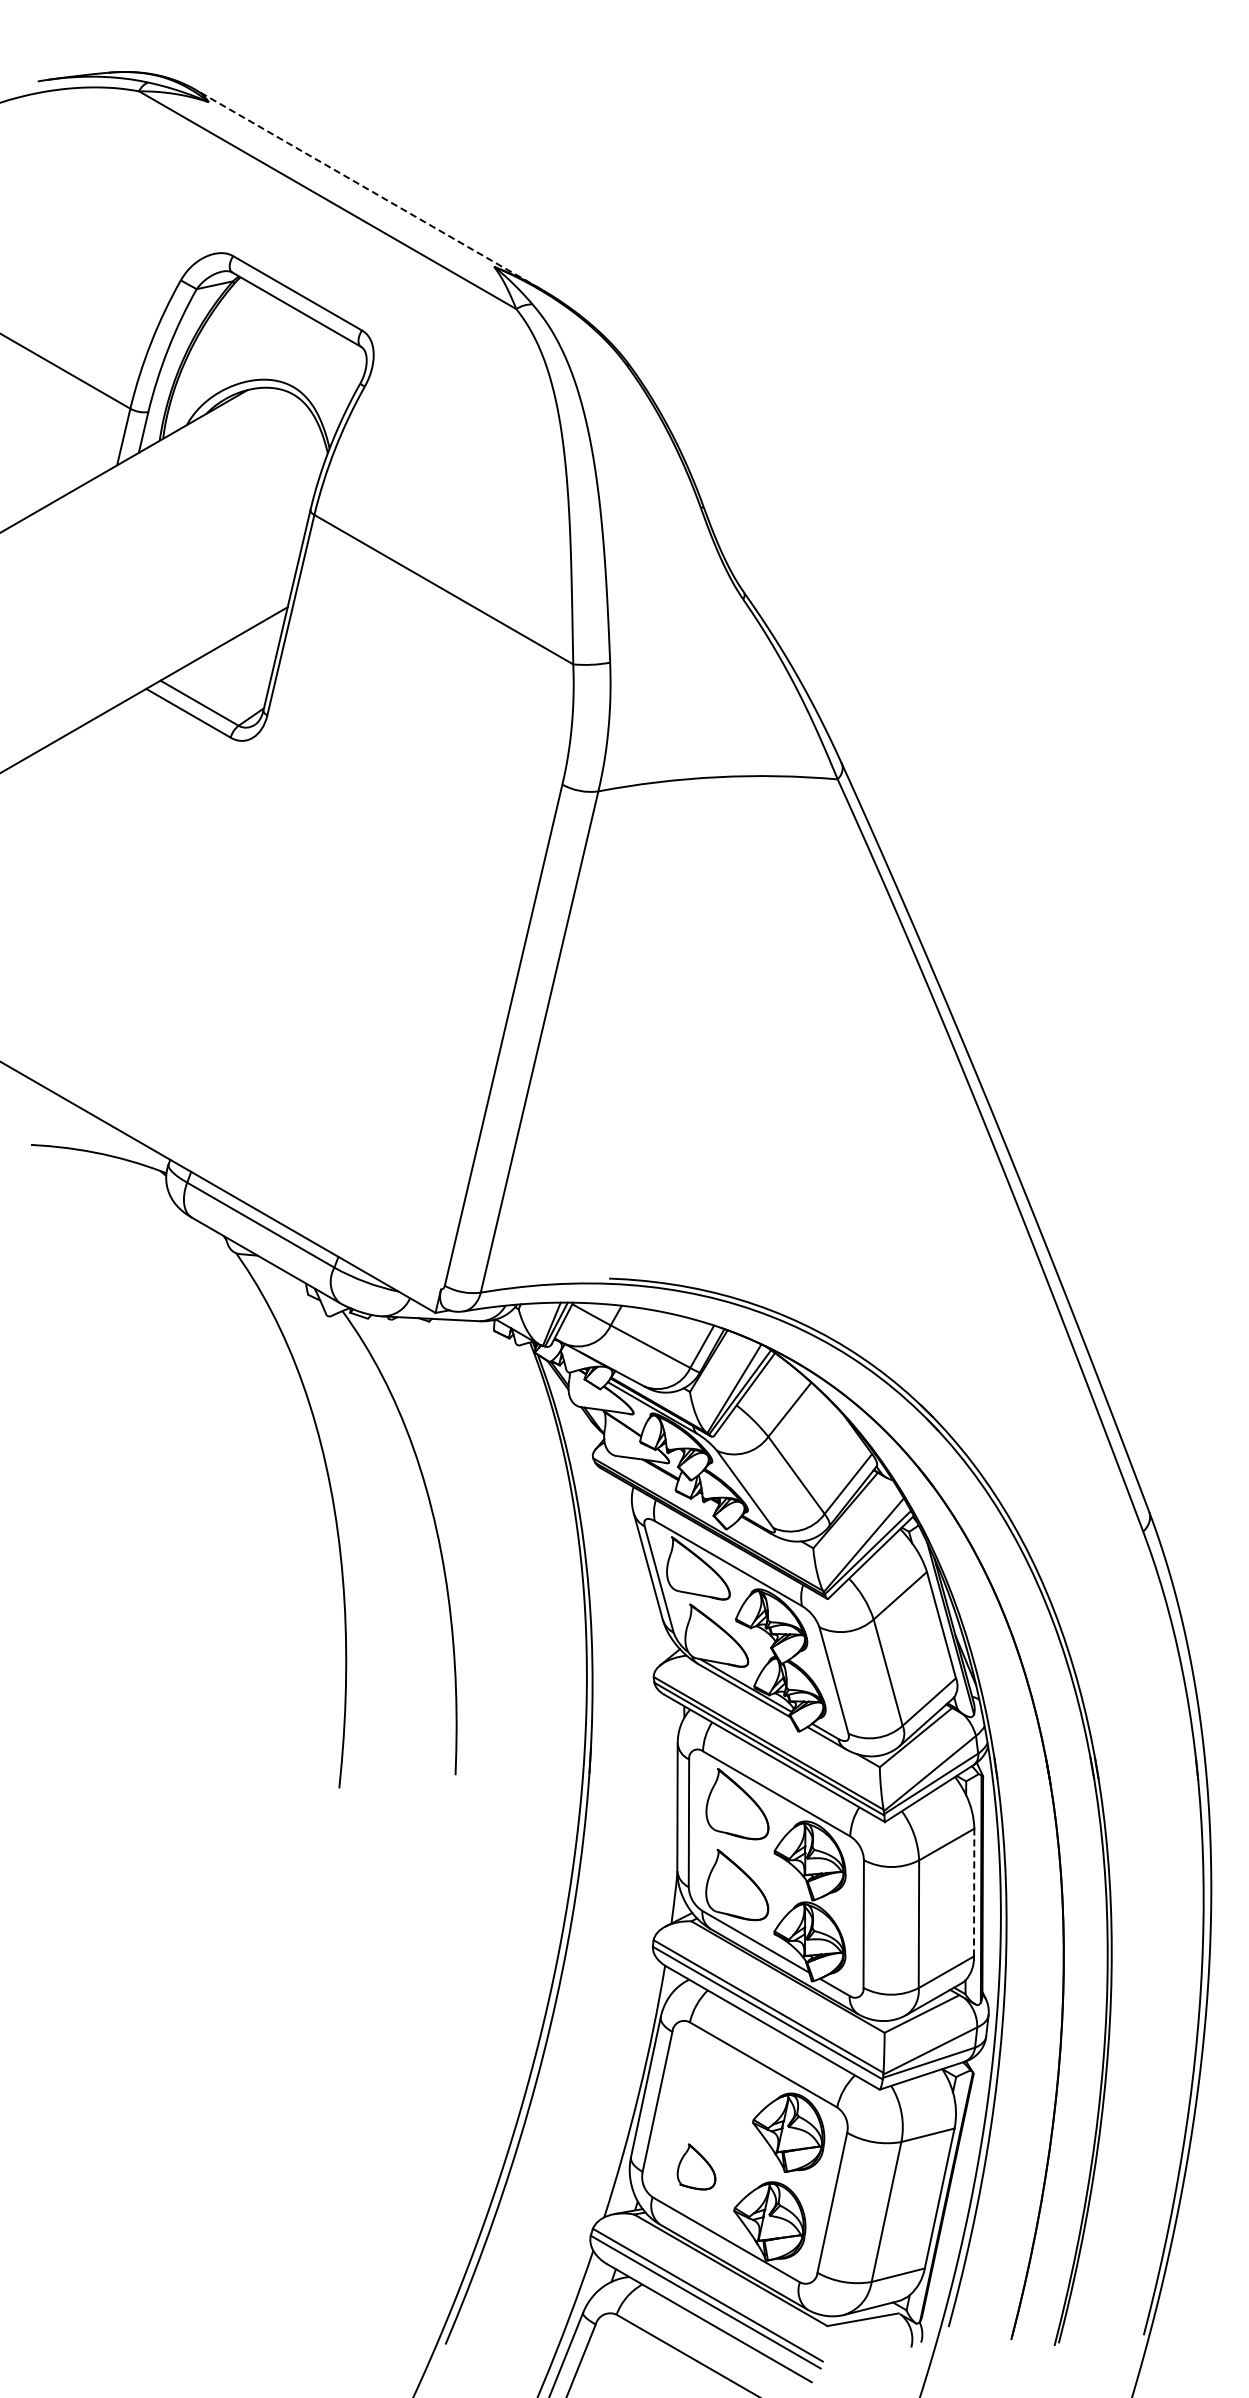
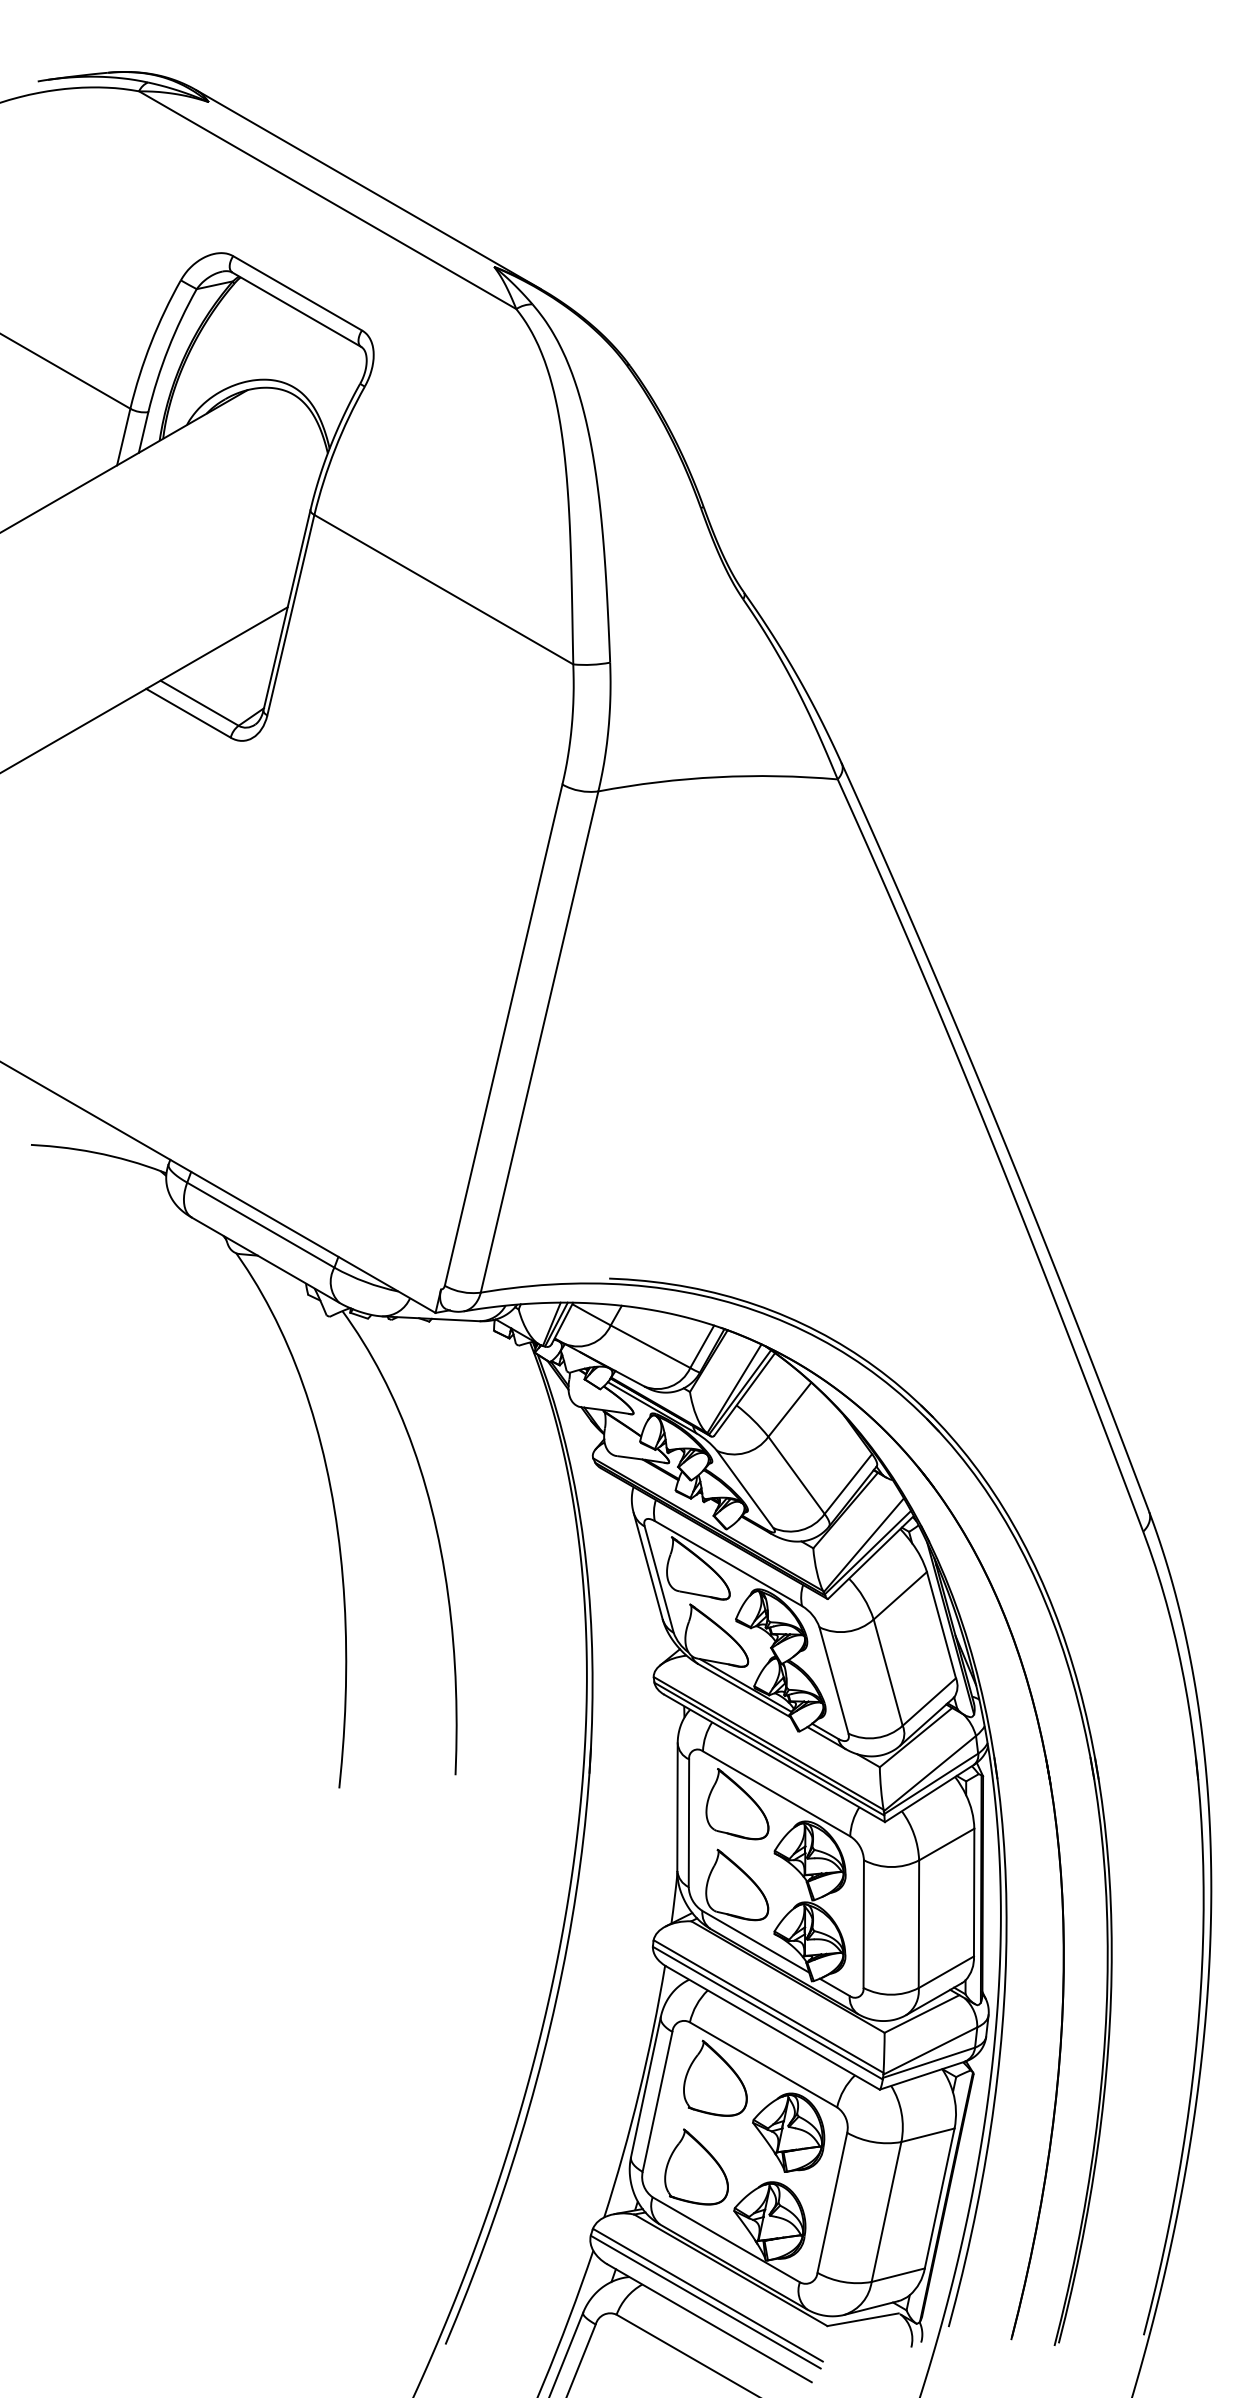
line at (367, 189): dashed -> solid
line at (974, 1892): dashed -> solid
part at (715, 2077): none -> present
part at (696, 2166) size: 41x48 px -> 65x78 px
